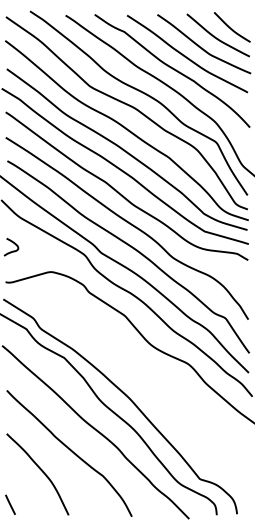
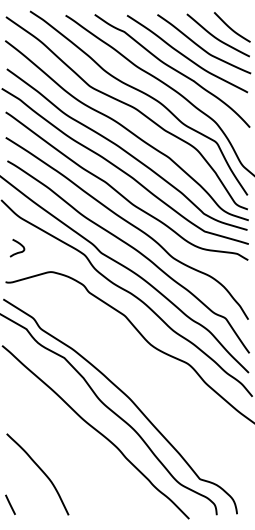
curve at (12, 250) position: (12, 250) -> (18, 251)
curve at (70, 451): present -> none
